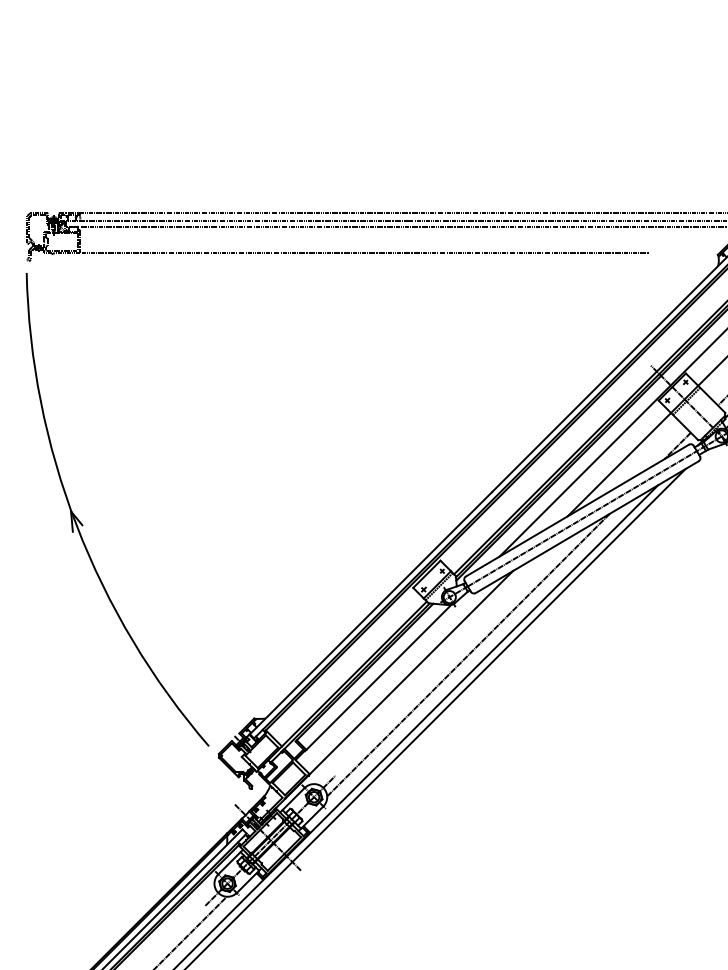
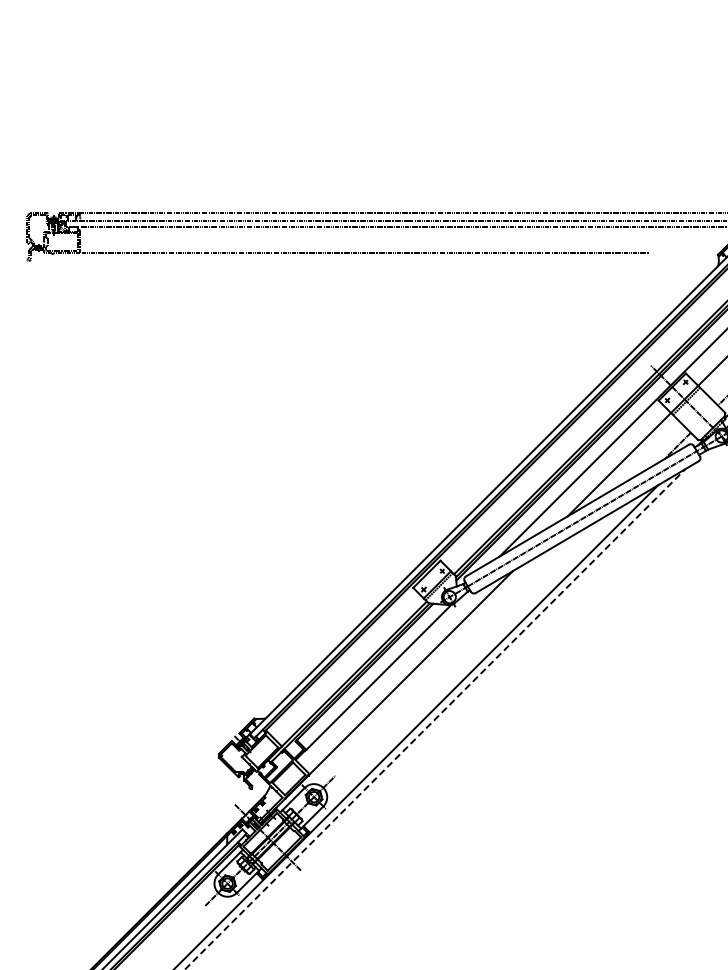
part at (83, 525): present -> none
line at (468, 654): present -> none
line at (435, 719): solid -> dashed
line at (191, 931): present -> none
